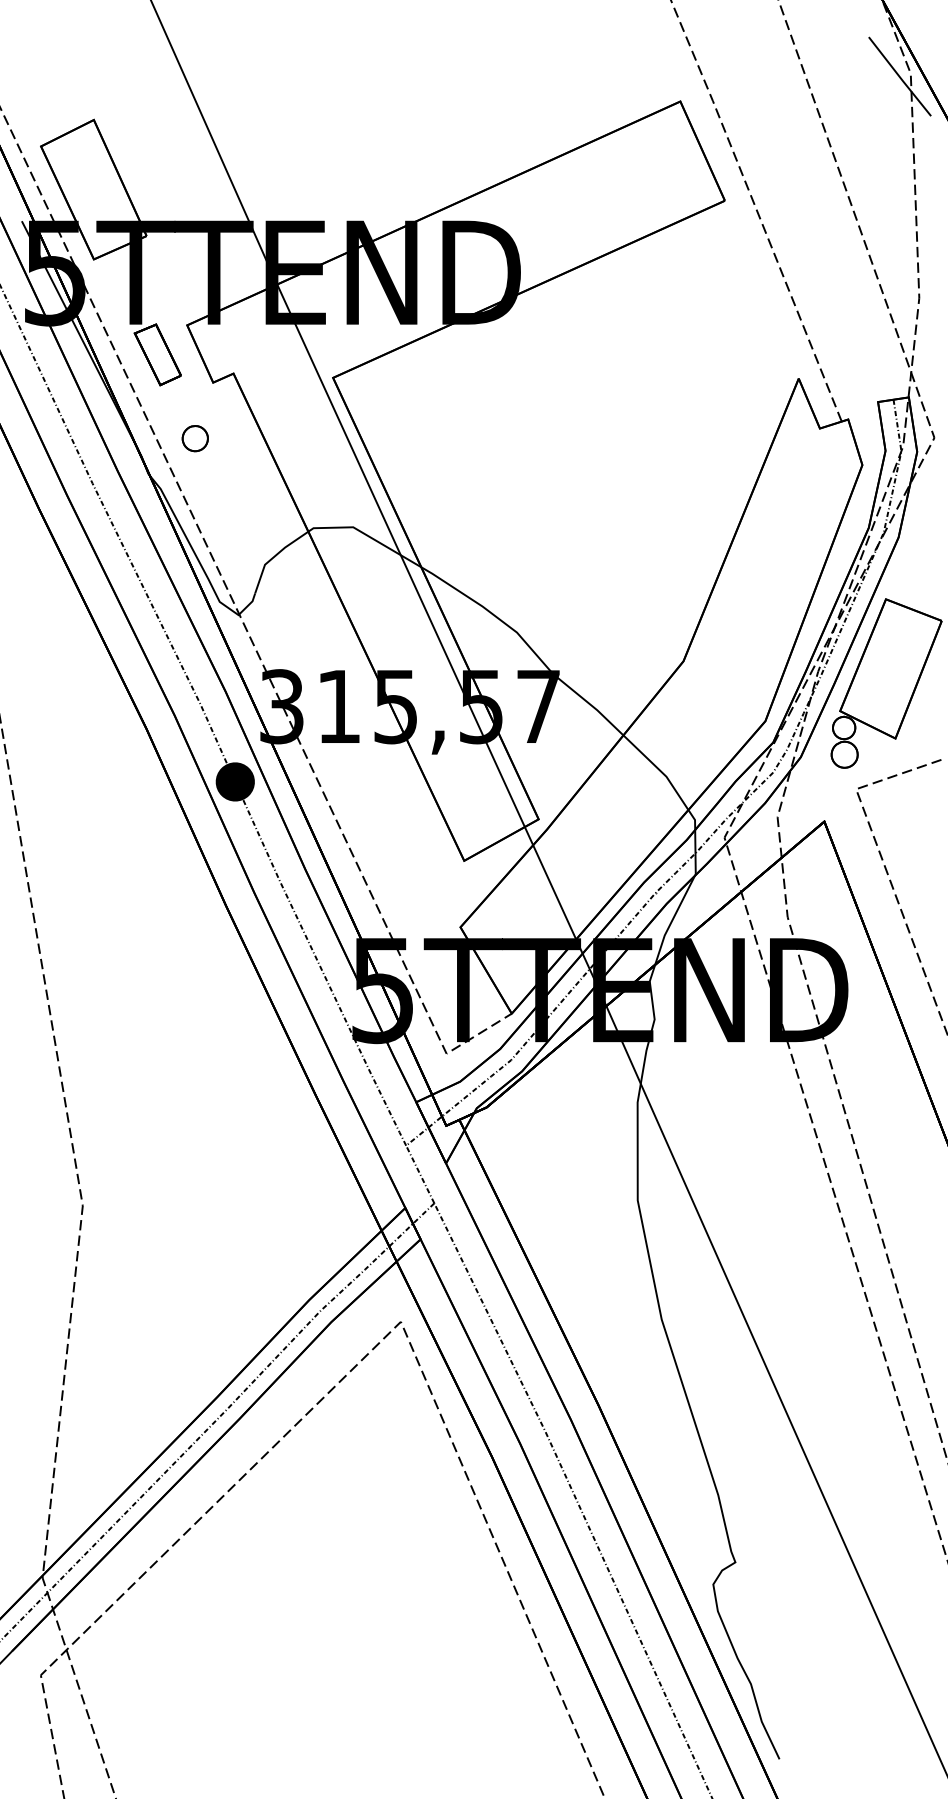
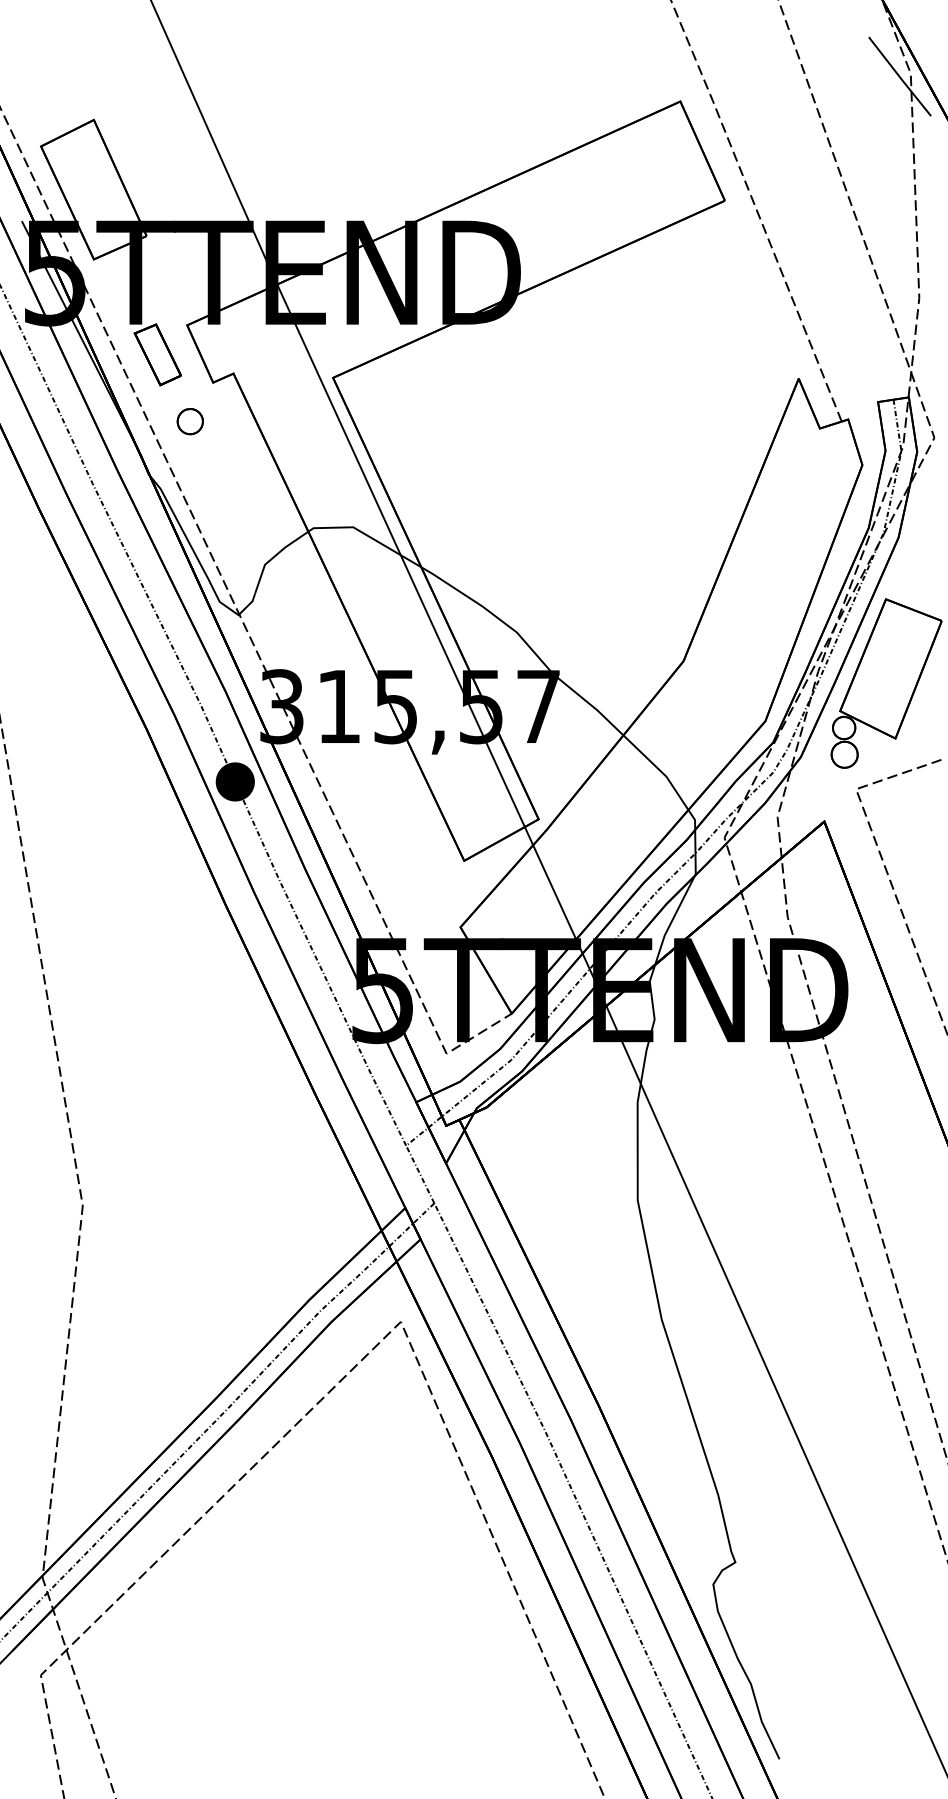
part at (194, 438) position: (194, 438) -> (189, 421)
